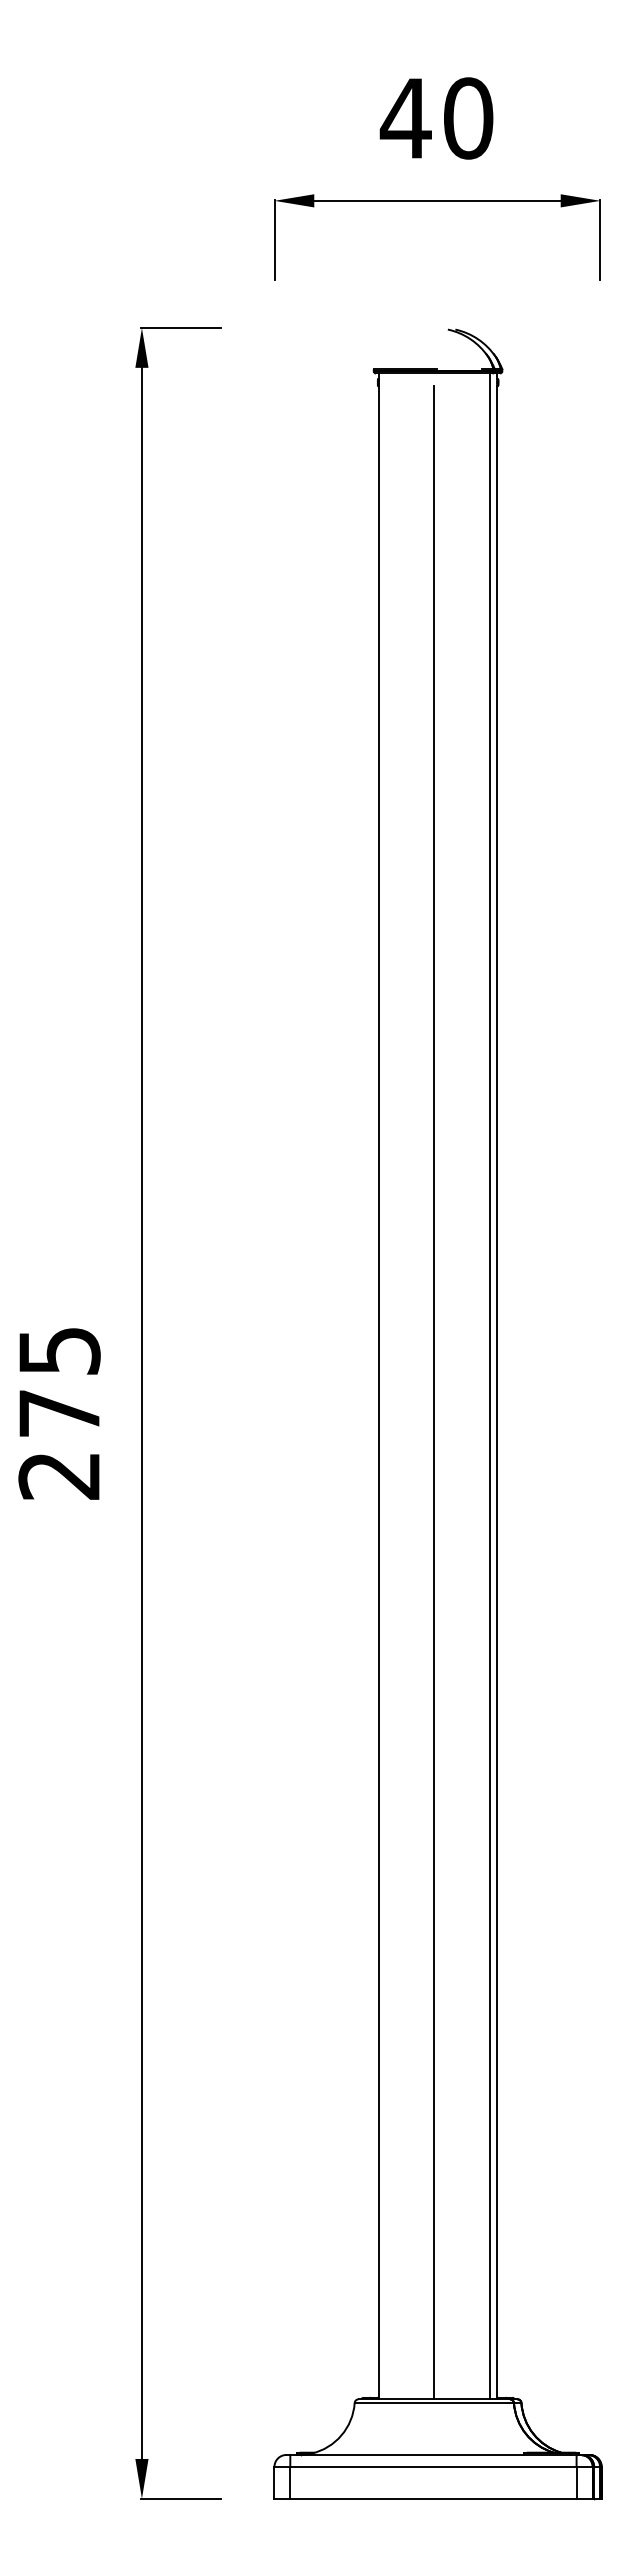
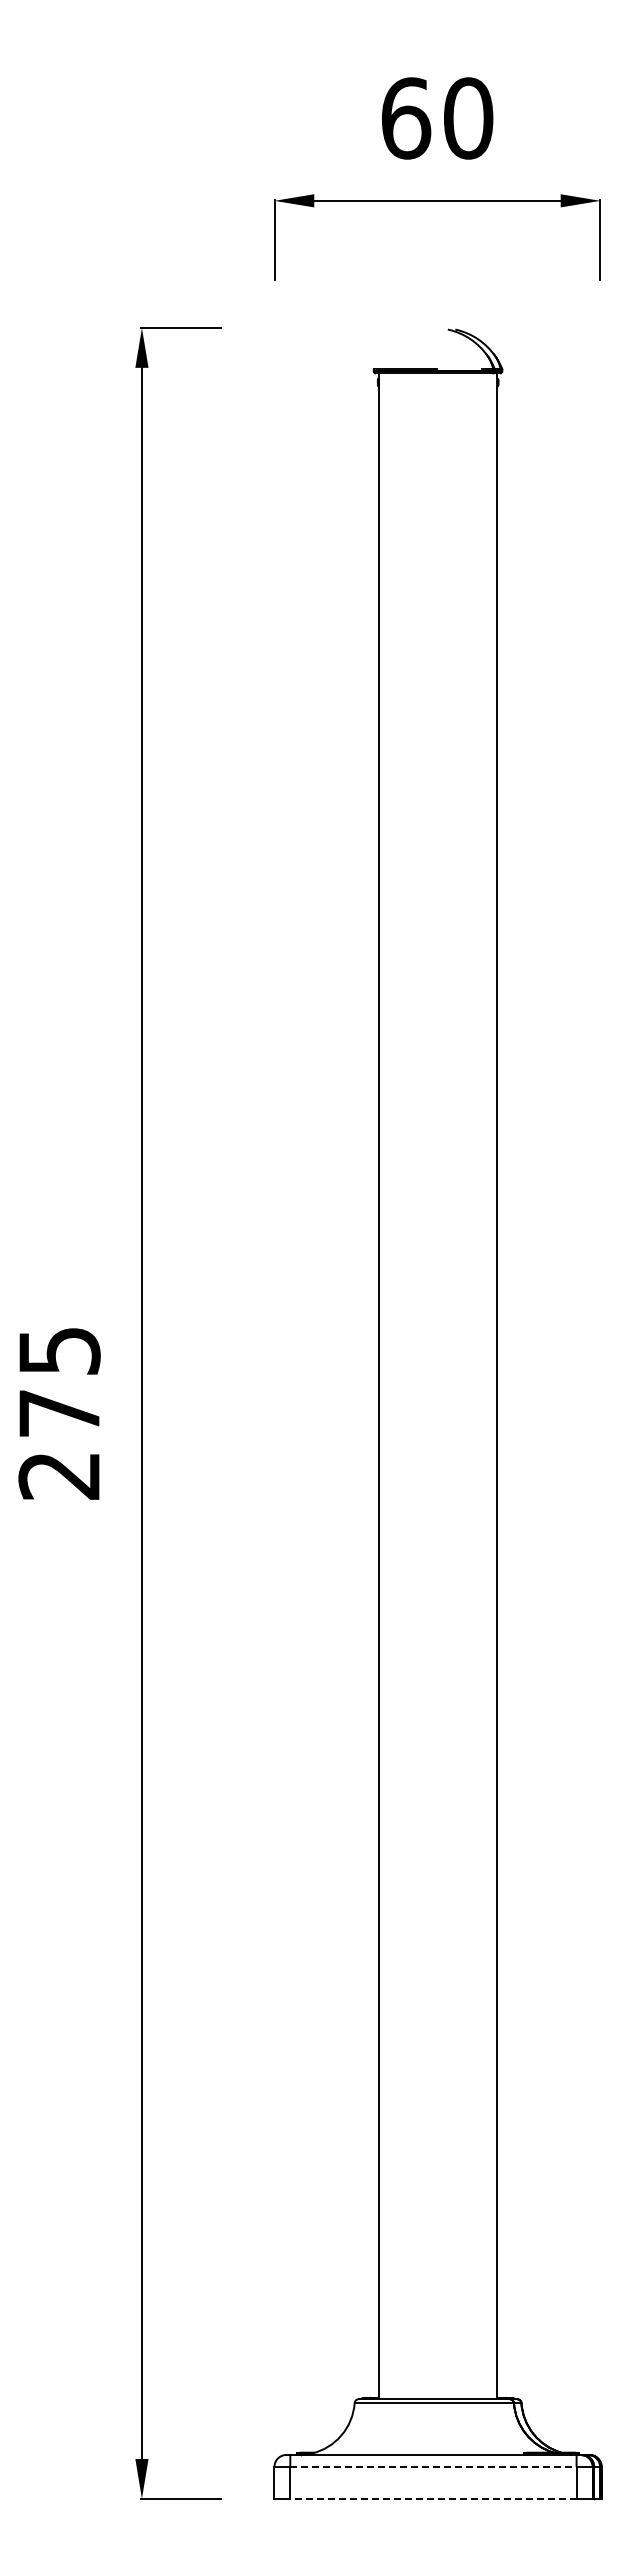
text at (405, 118): 40 -> 60
line at (489, 1386): present -> none
line at (434, 1392): present -> none
line at (433, 2466): solid -> dashed
line at (432, 2498): solid -> dashed
